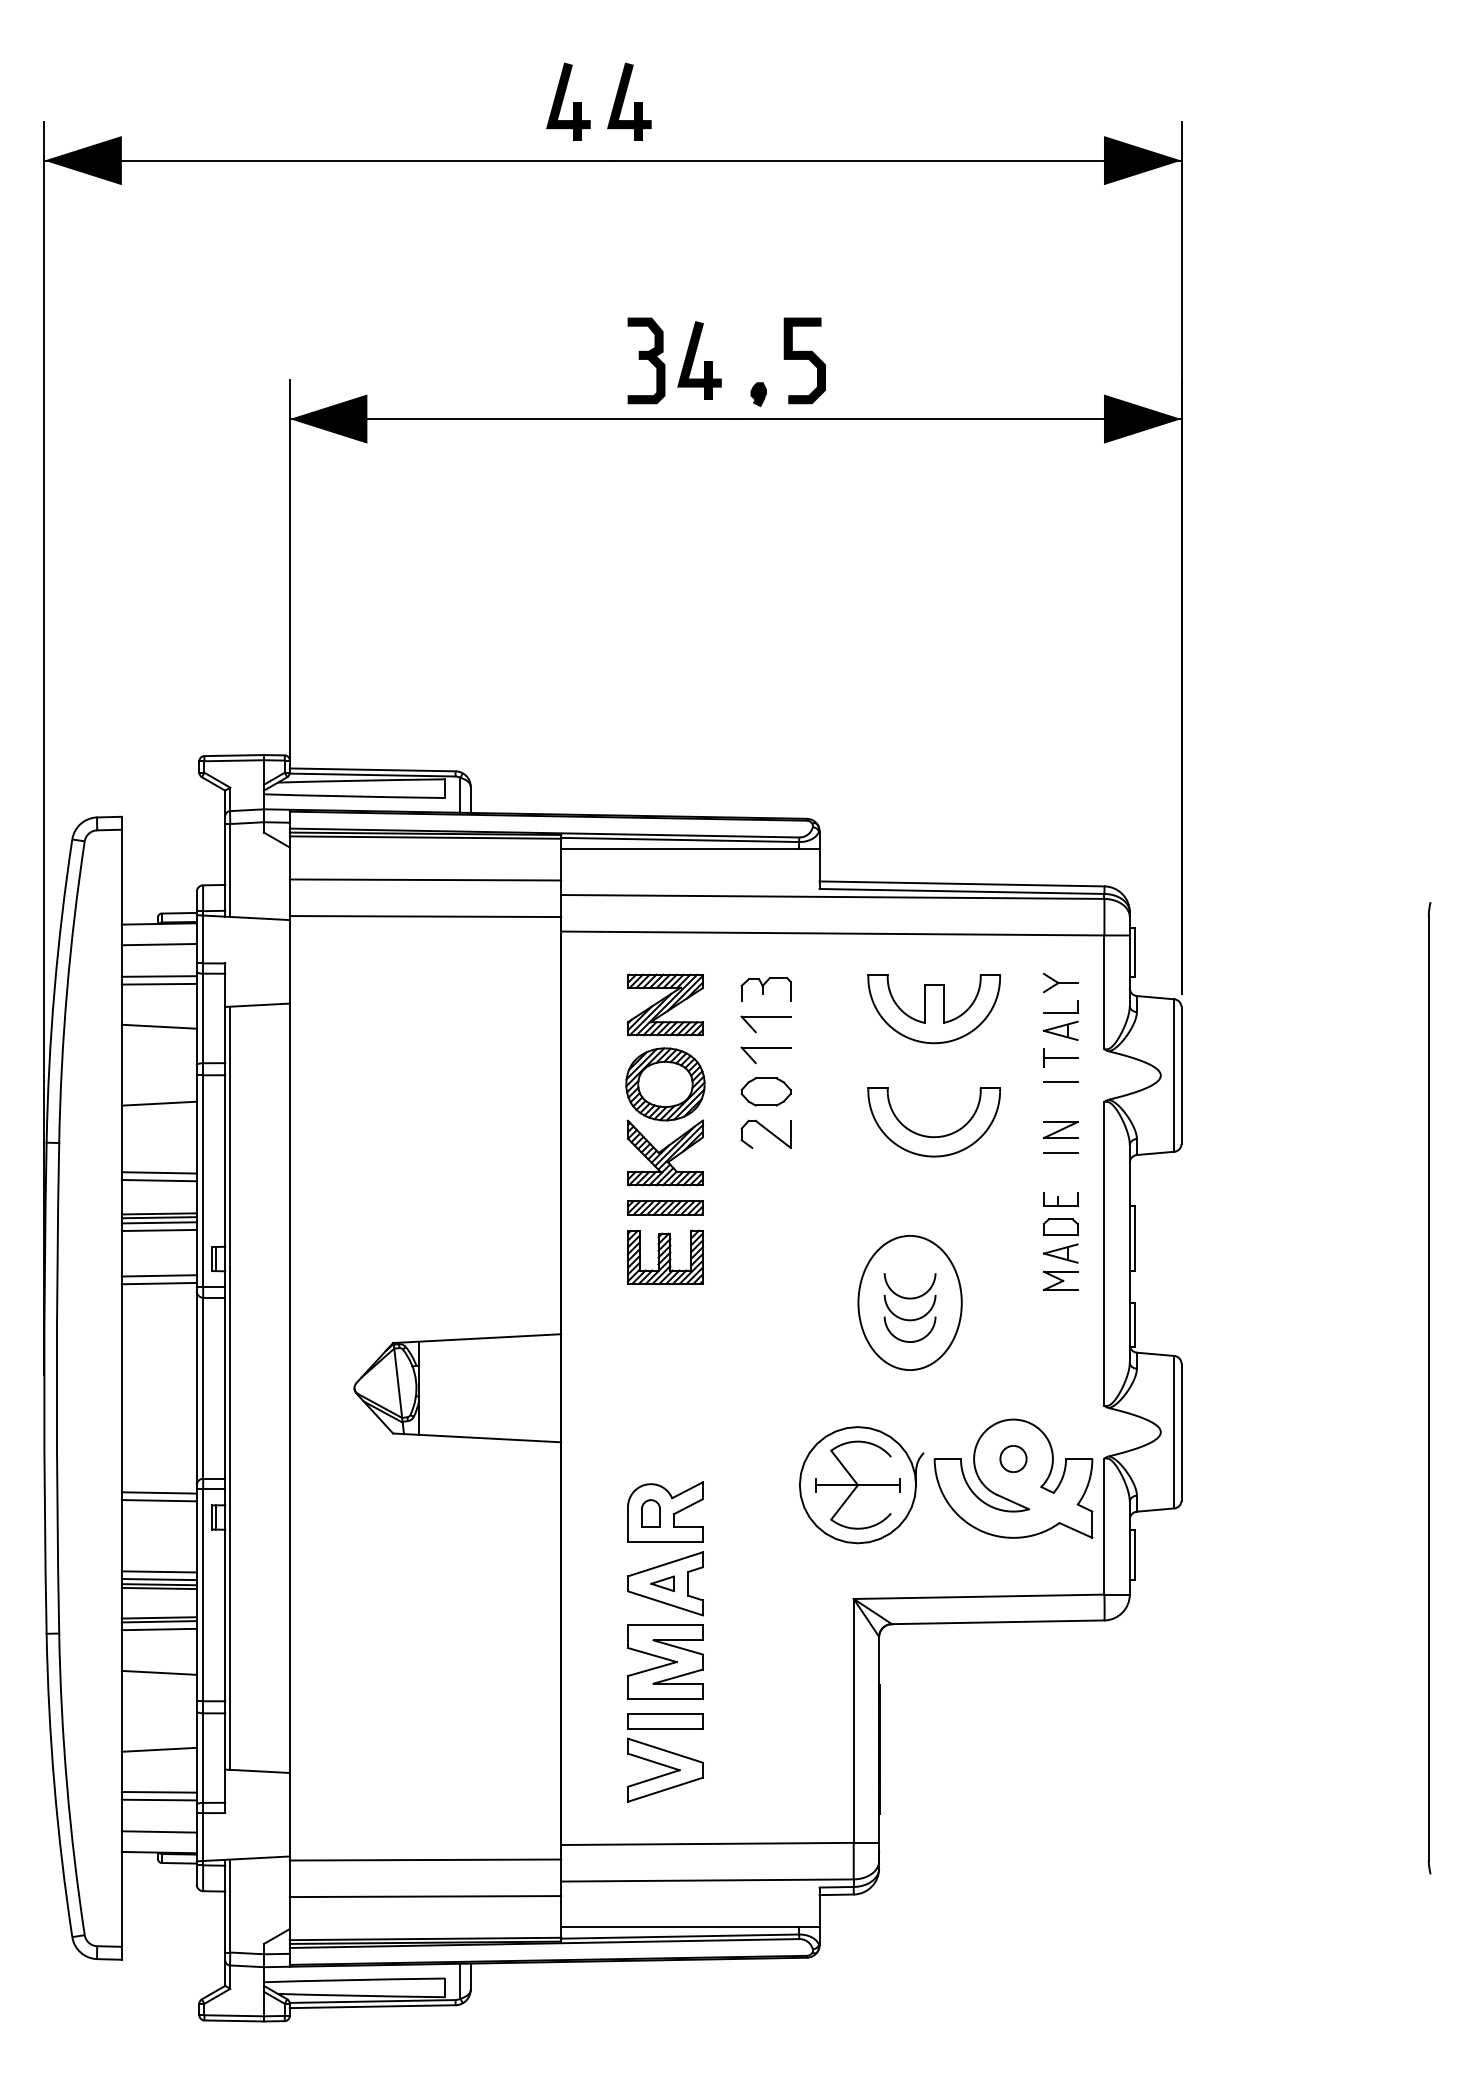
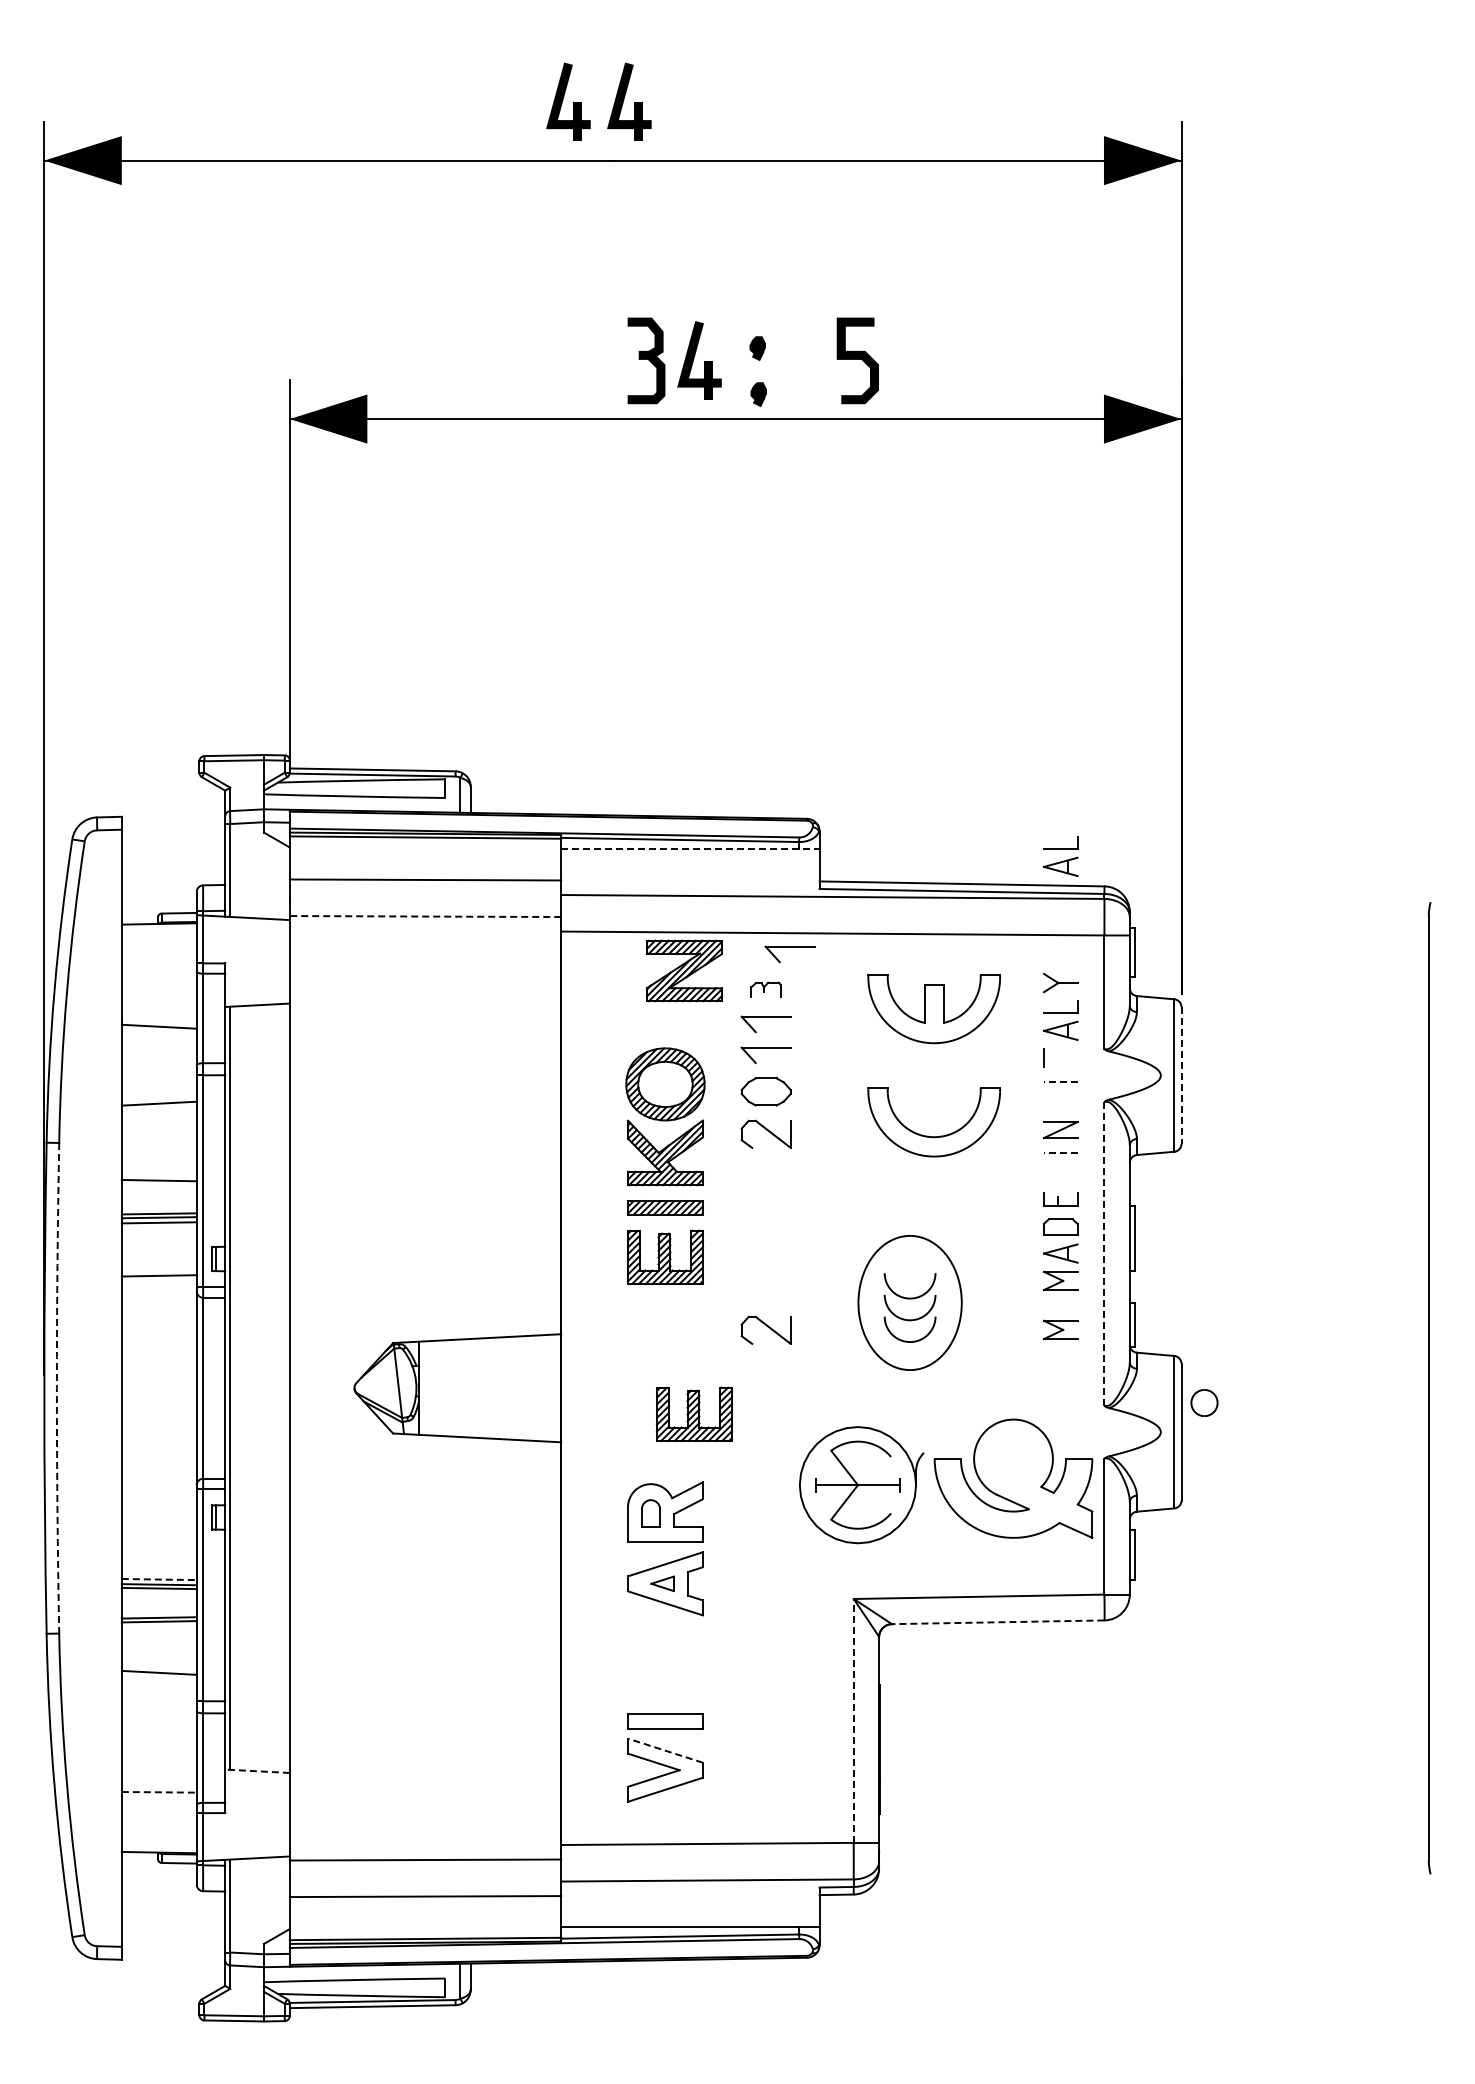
part at (757, 348): none -> present
curve at (804, 359) position: (804, 359) -> (857, 359)
line at (690, 849): solid -> dashed
part at (1060, 856): none -> present
line at (425, 916): solid -> dashed
line at (158, 944): present -> none
part at (789, 947): none -> present
line at (158, 976): present -> none
line at (158, 983): present -> none
part at (765, 989) size: 52x25 px -> 32x17 px
part at (665, 1004) position: (665, 1004) -> (684, 970)
line at (1060, 1058): present -> none
line at (1181, 1076): solid -> dashed
line at (1060, 1081): solid -> dashed
line at (1060, 1152): solid -> dashed
line at (158, 1172): present -> none
line at (158, 1230): present -> none
line at (1104, 1253): solid -> dashed
line at (158, 1283): present -> none
part at (765, 1329): none -> present
part at (1060, 1329): none -> present
arc at (56, 1388): solid -> dashed
part at (694, 1413): none -> present
part at (1013, 1458) position: (1013, 1458) -> (1204, 1402)
line at (158, 1492): present -> none
line at (158, 1500): present -> none
line at (158, 1571): present -> none
line at (159, 1579): solid -> dashed
line at (997, 1622): solid -> dashed
line at (158, 1629): present -> none
part at (665, 1661): present -> none
line at (853, 1720): solid -> dashed
line at (158, 1749): present -> none
line at (664, 1750): solid -> dashed
line at (257, 1771): solid -> dashed
line at (159, 1792): solid -> dashed
line at (158, 1799): present -> none
line at (158, 1831): present -> none
